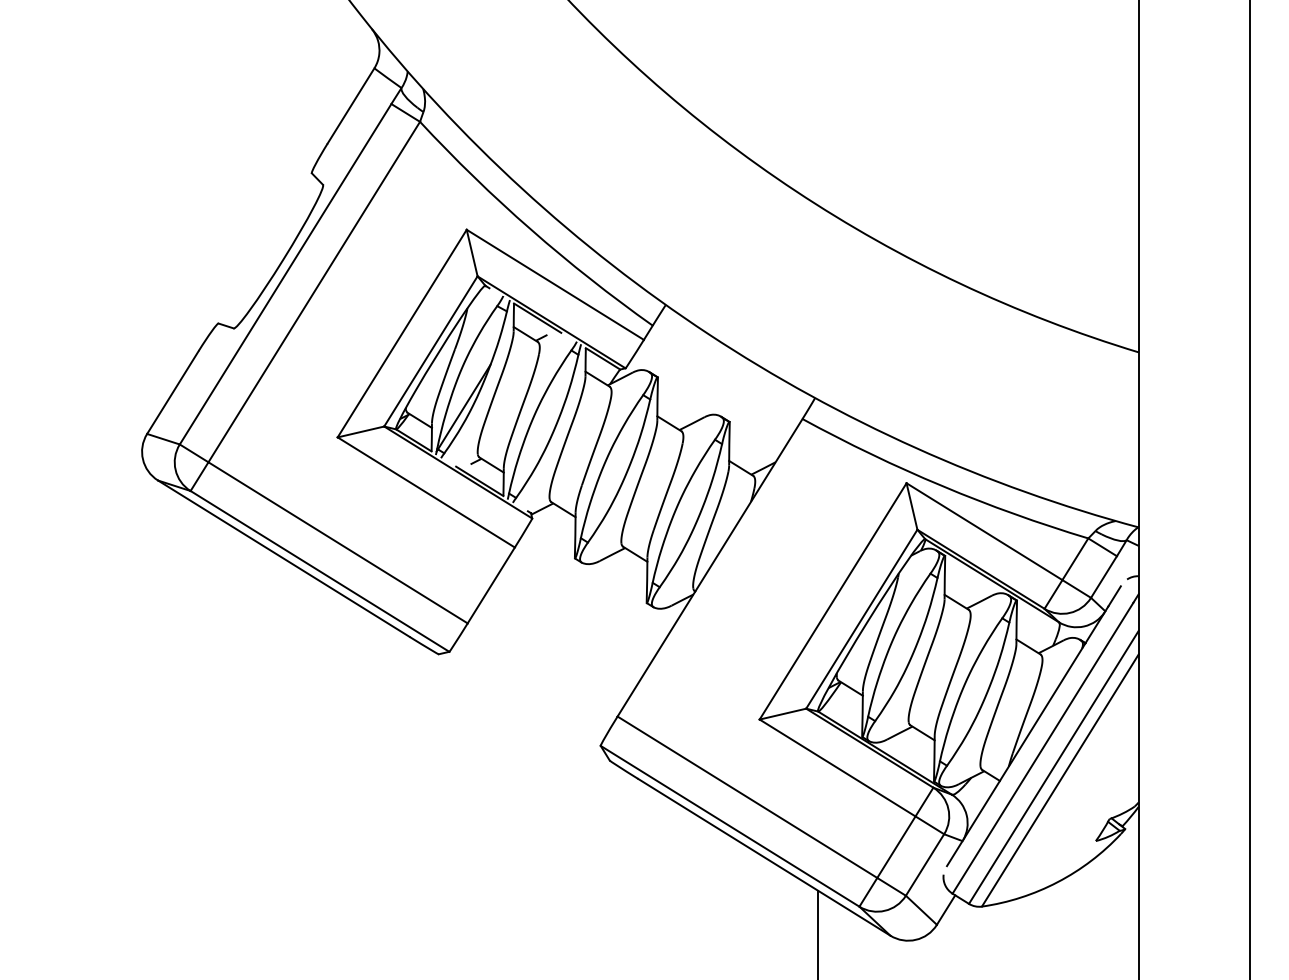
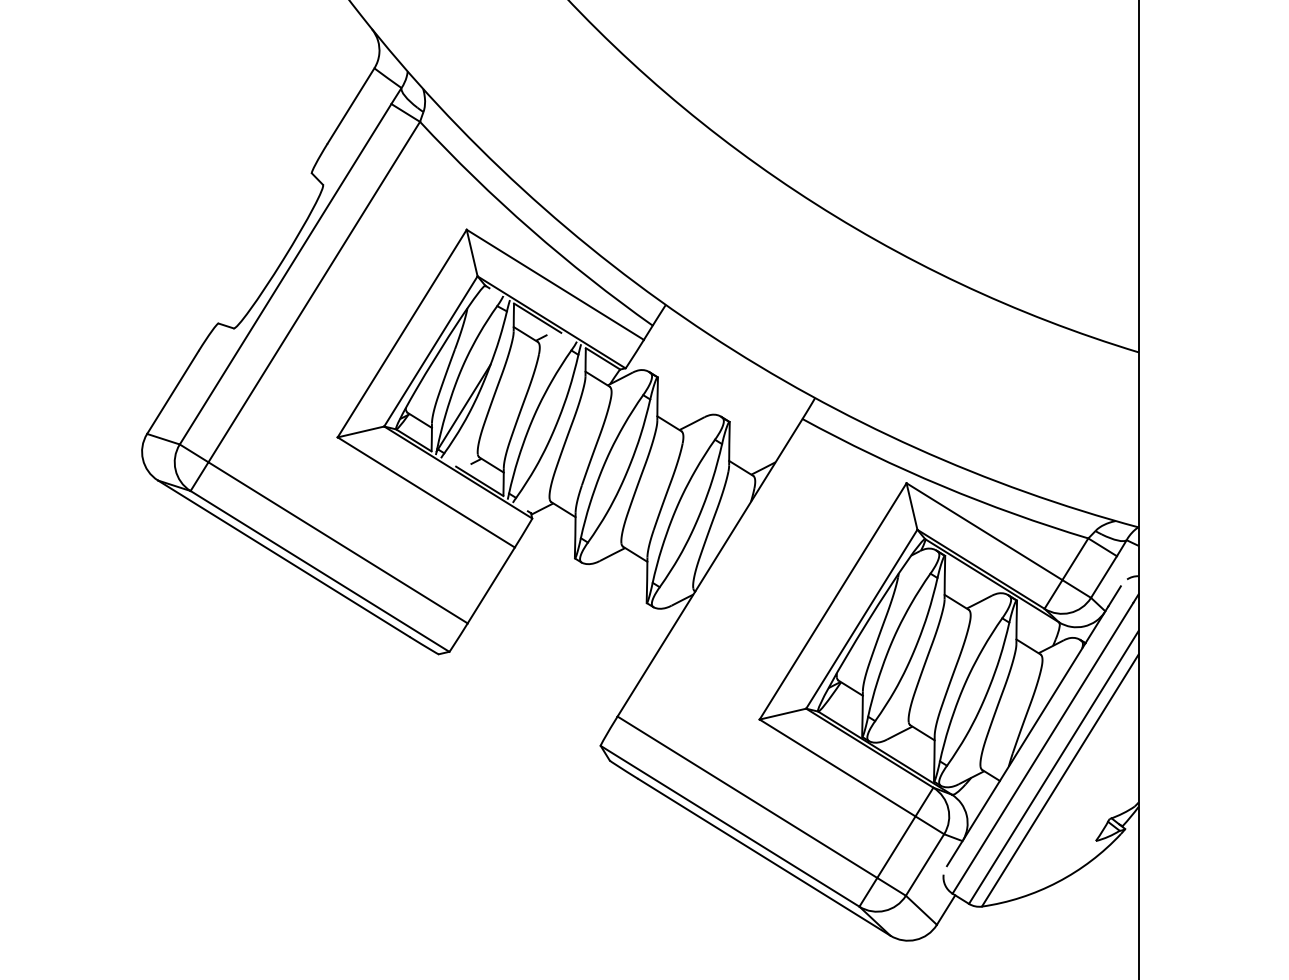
line at (1250, 489): present -> none
line at (818, 933): present -> none
